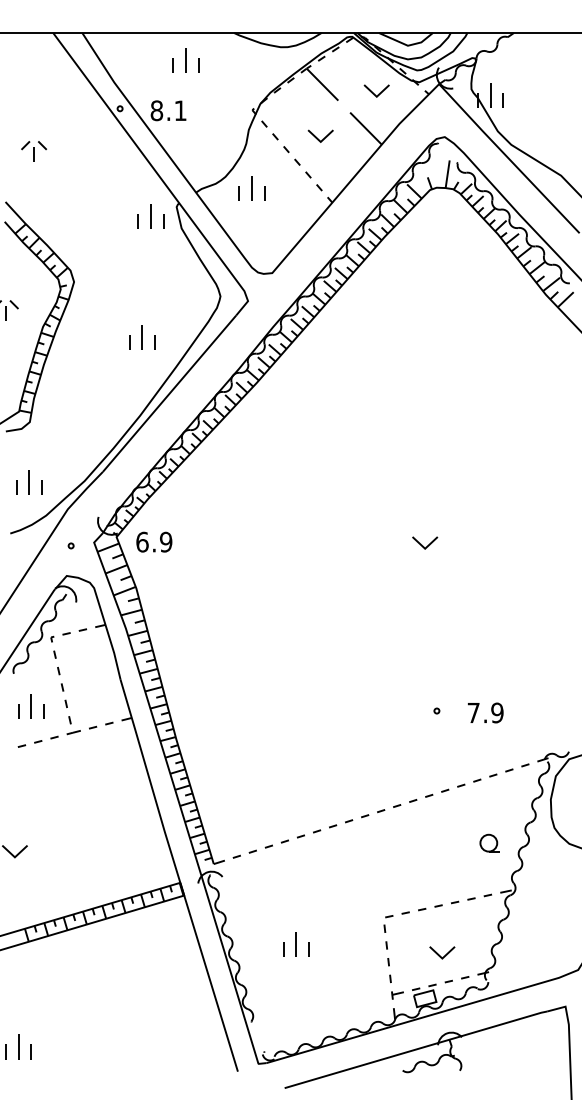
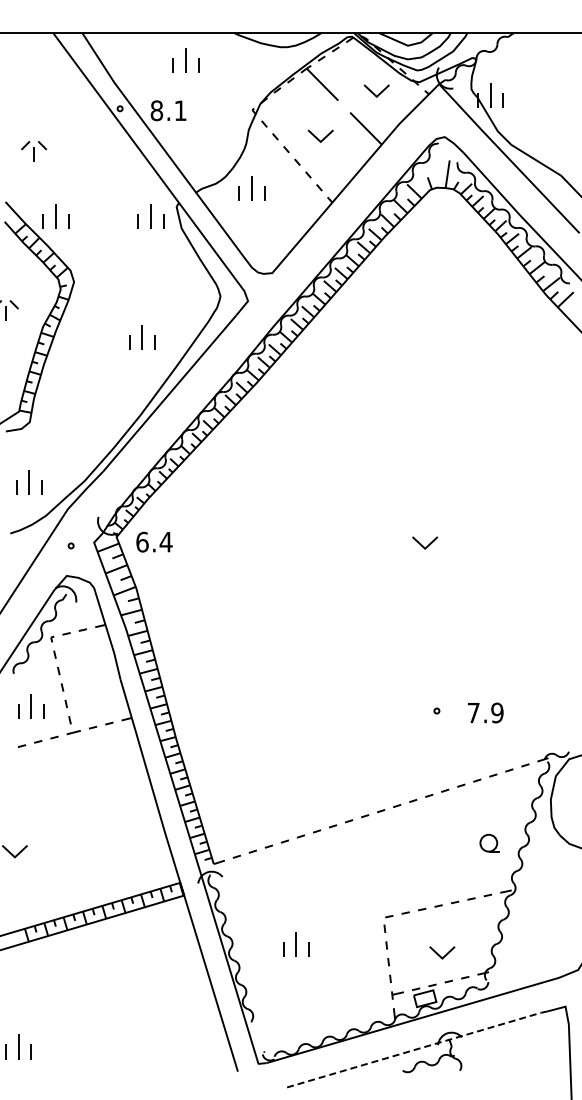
part at (55, 216): none -> present
text at (165, 541): 6.9 -> 6.4
line at (415, 1049): solid -> dashed
